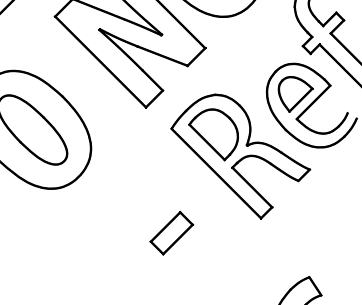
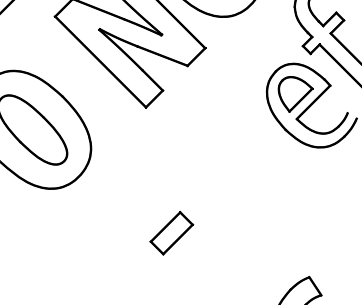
part at (240, 156): present -> none
